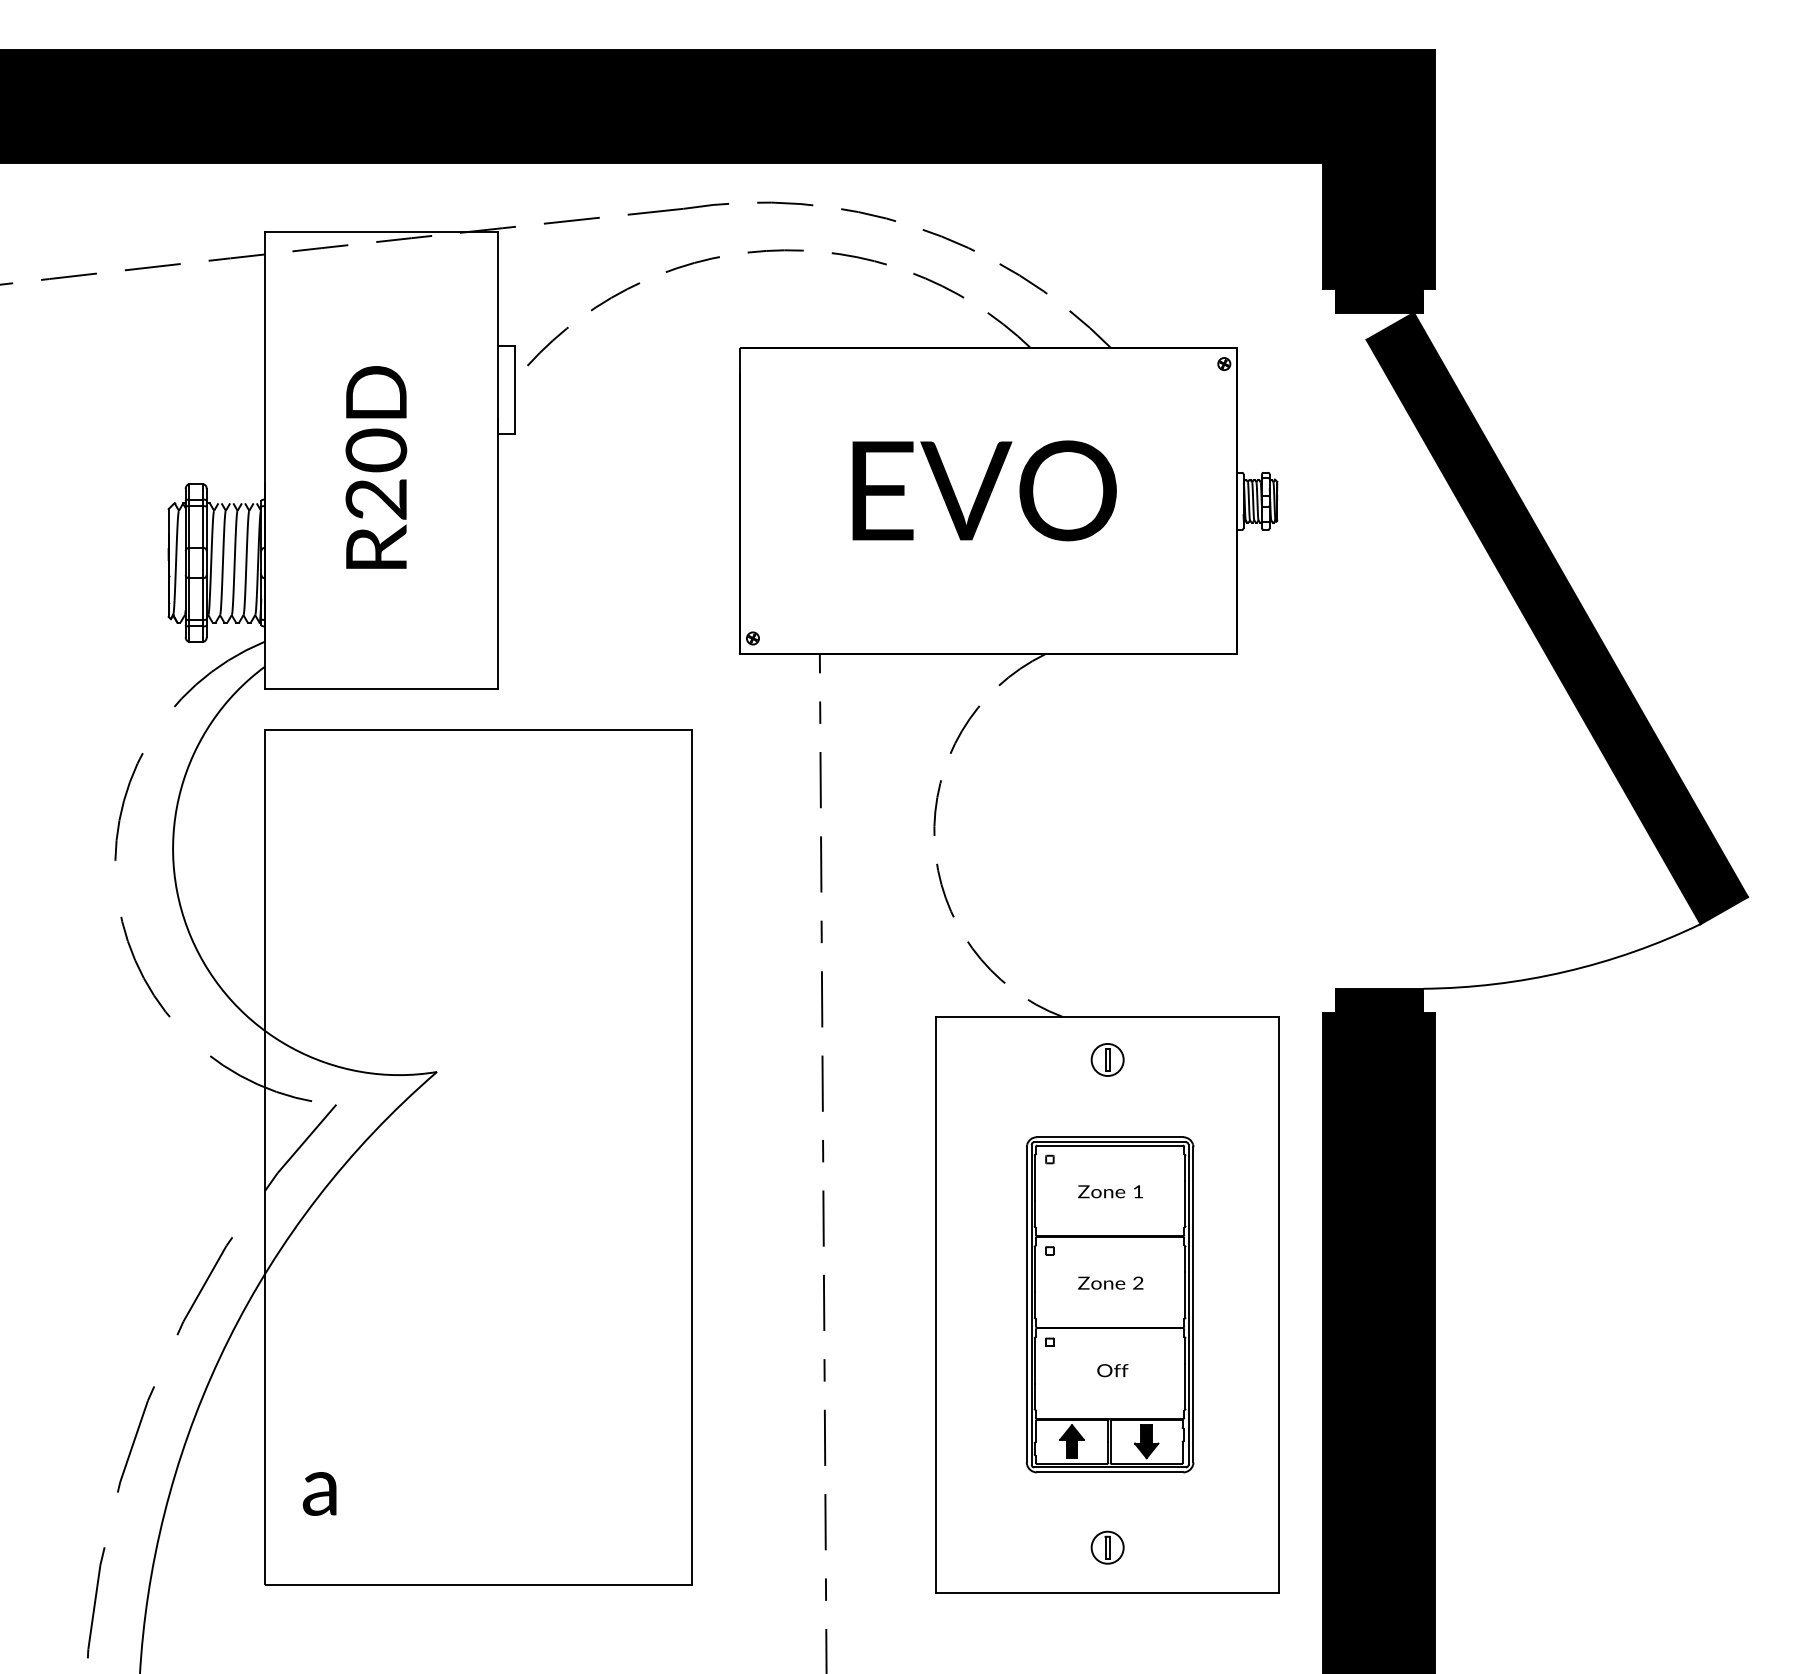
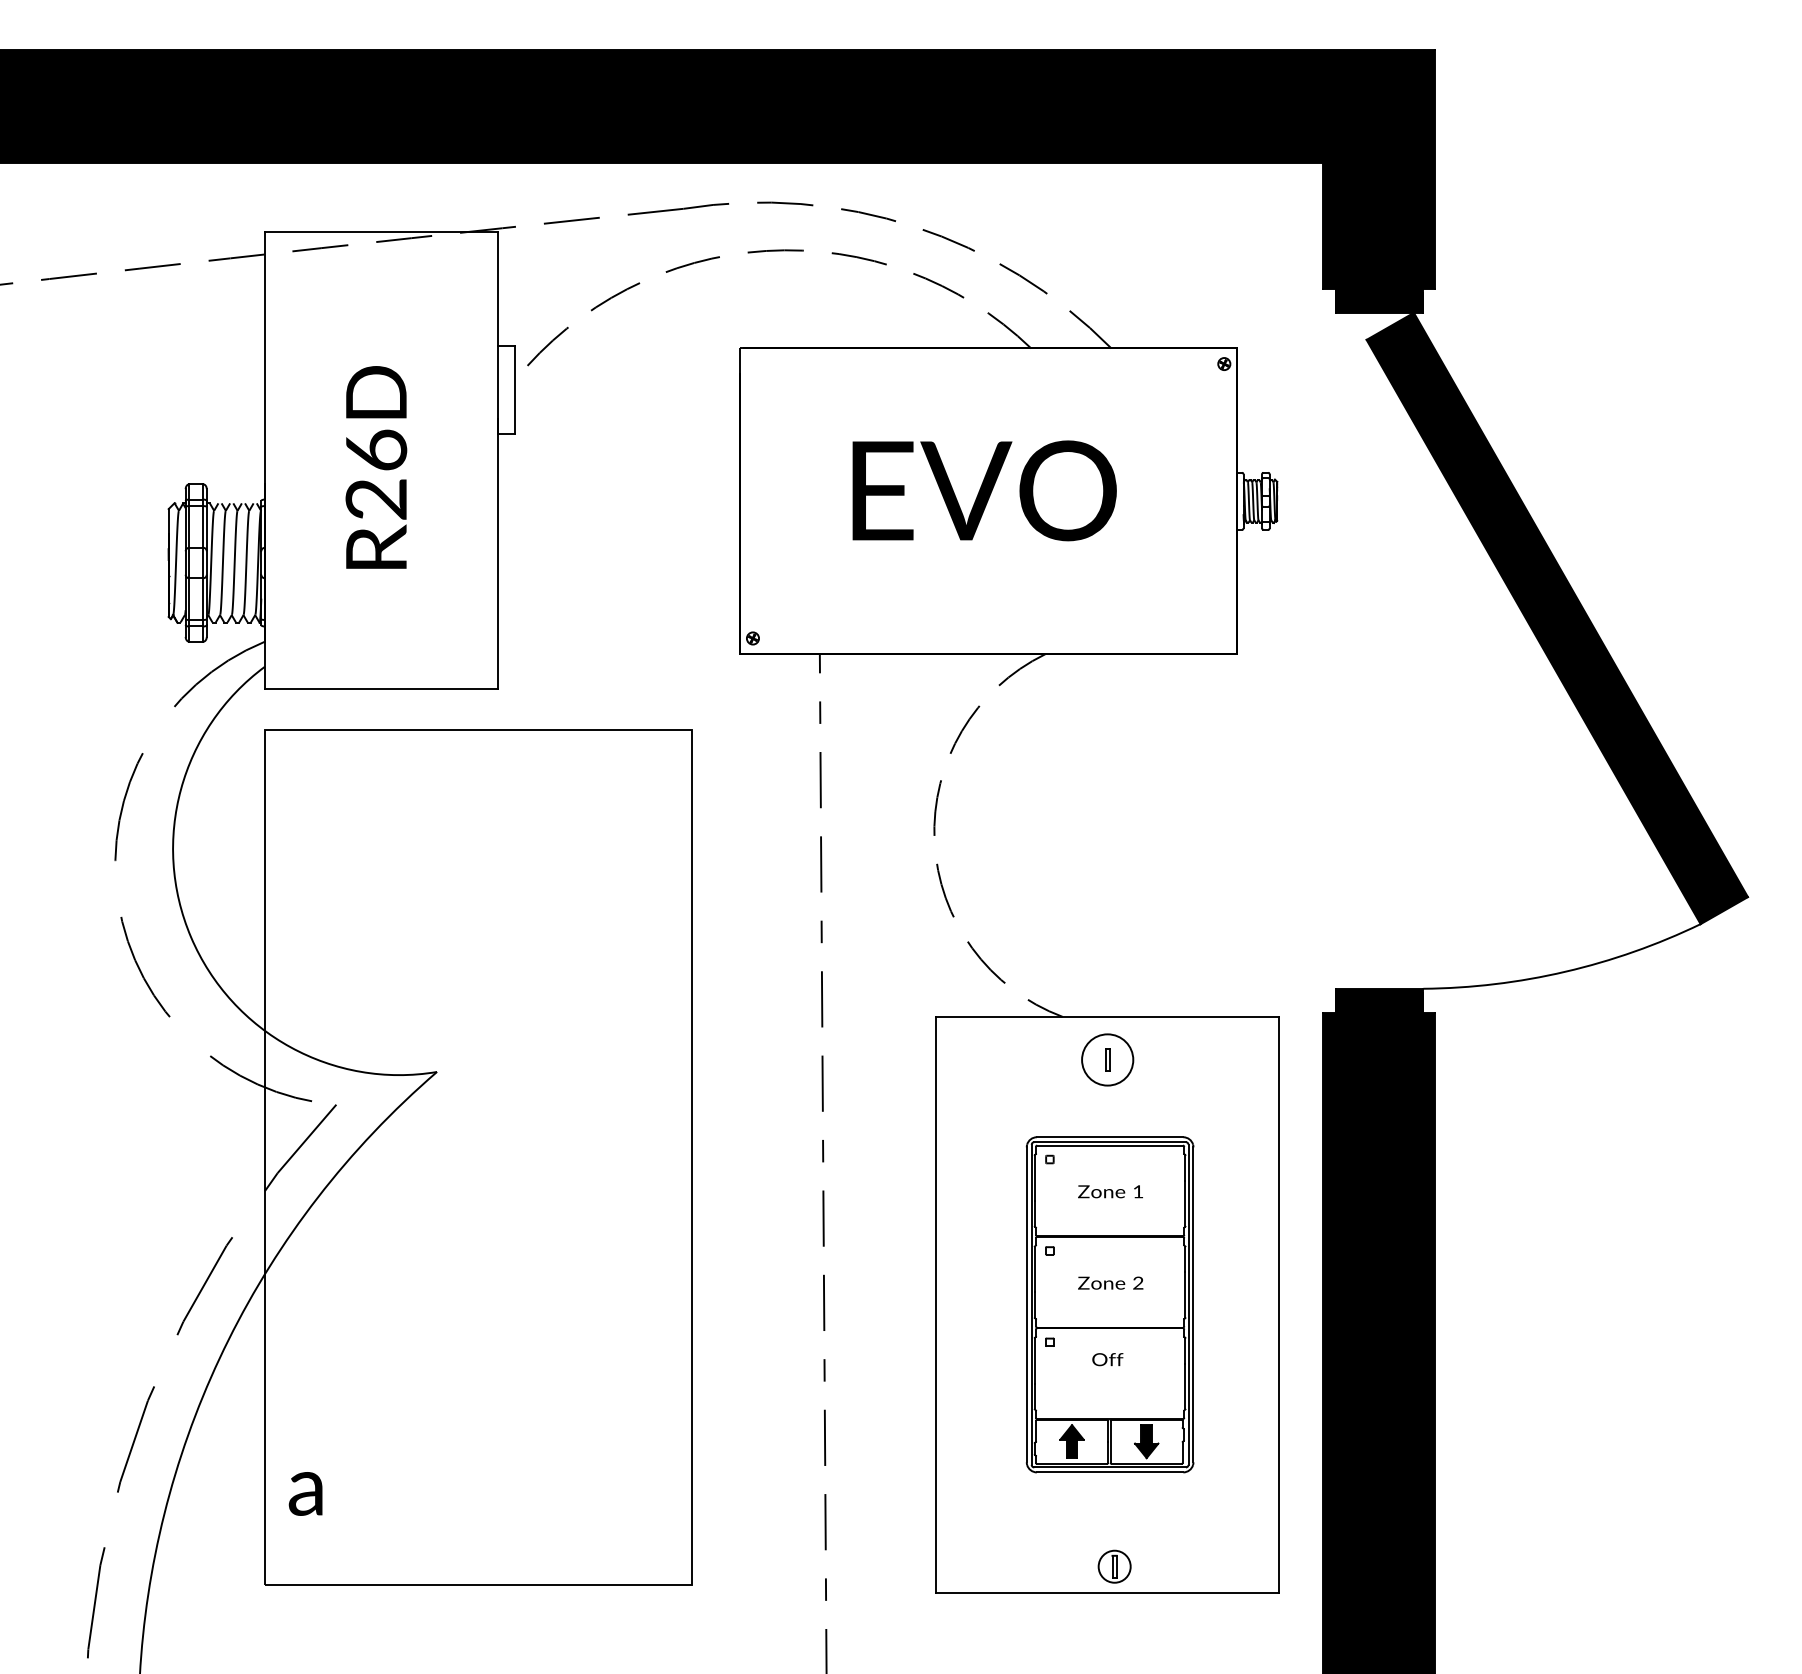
text at (375, 450): R20D -> R26D
circle at (1107, 1059) diameter: 32 px -> 51 px
text at (1112, 1370) position: (1112, 1370) -> (1107, 1359)
text at (319, 1493) position: (319, 1493) -> (305, 1493)
part at (1107, 1547) position: (1107, 1547) -> (1114, 1566)
